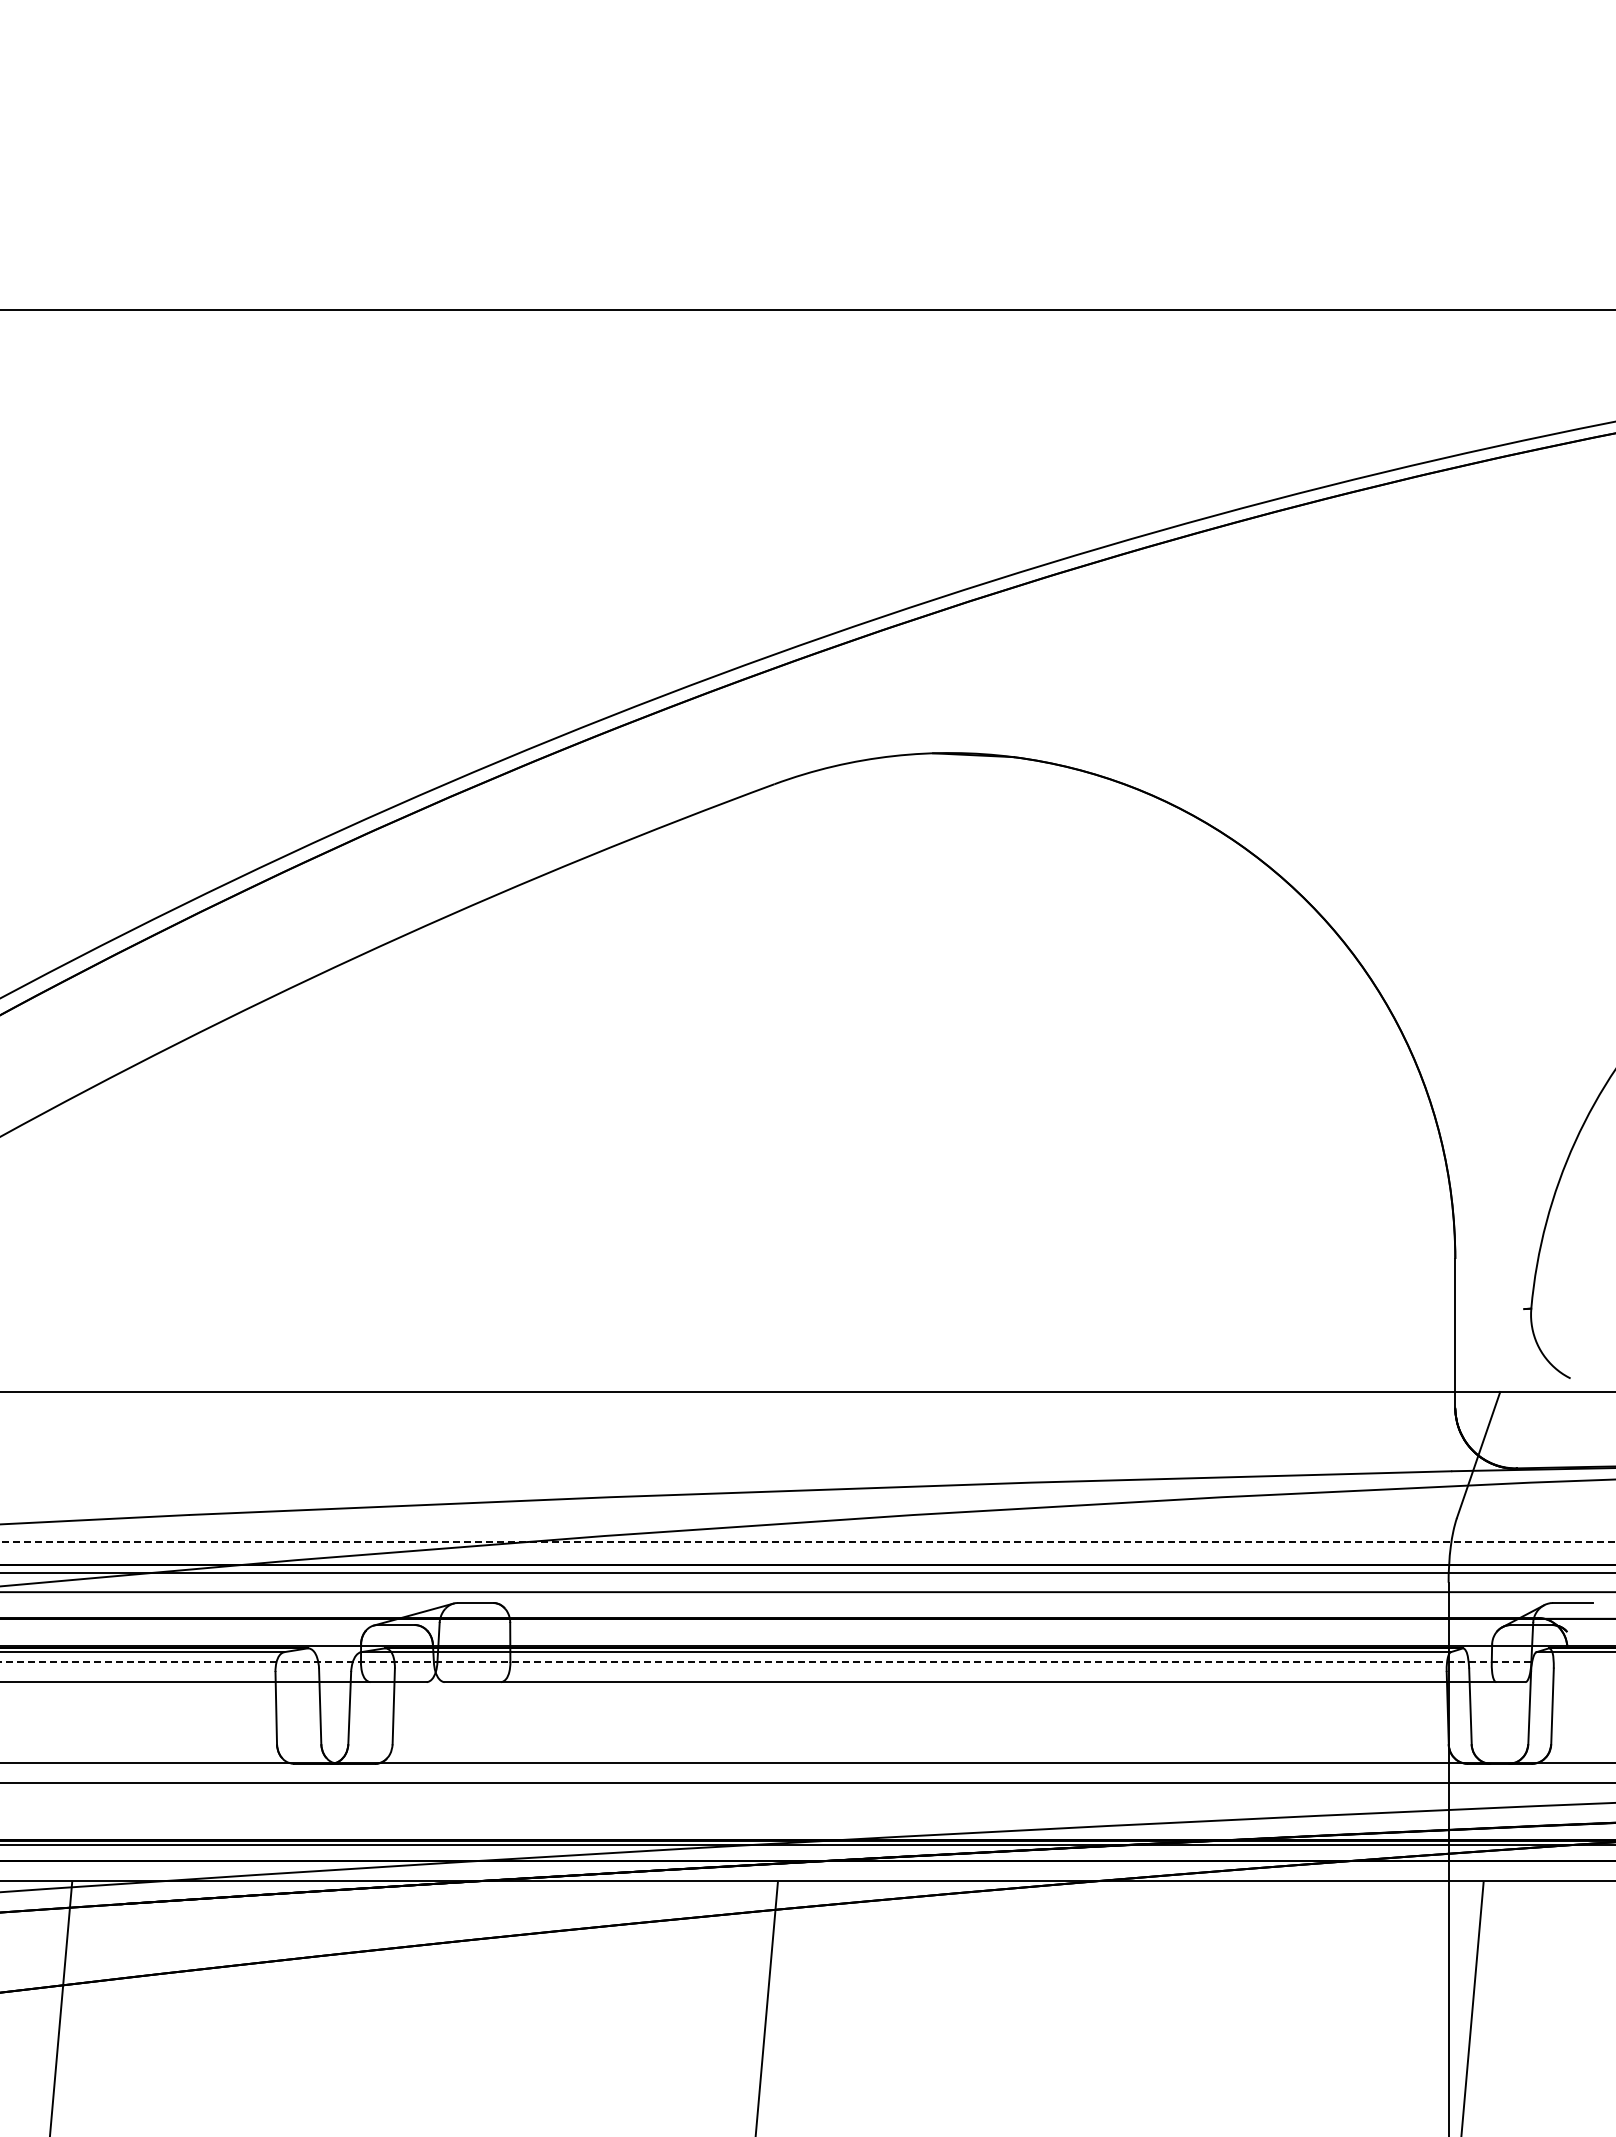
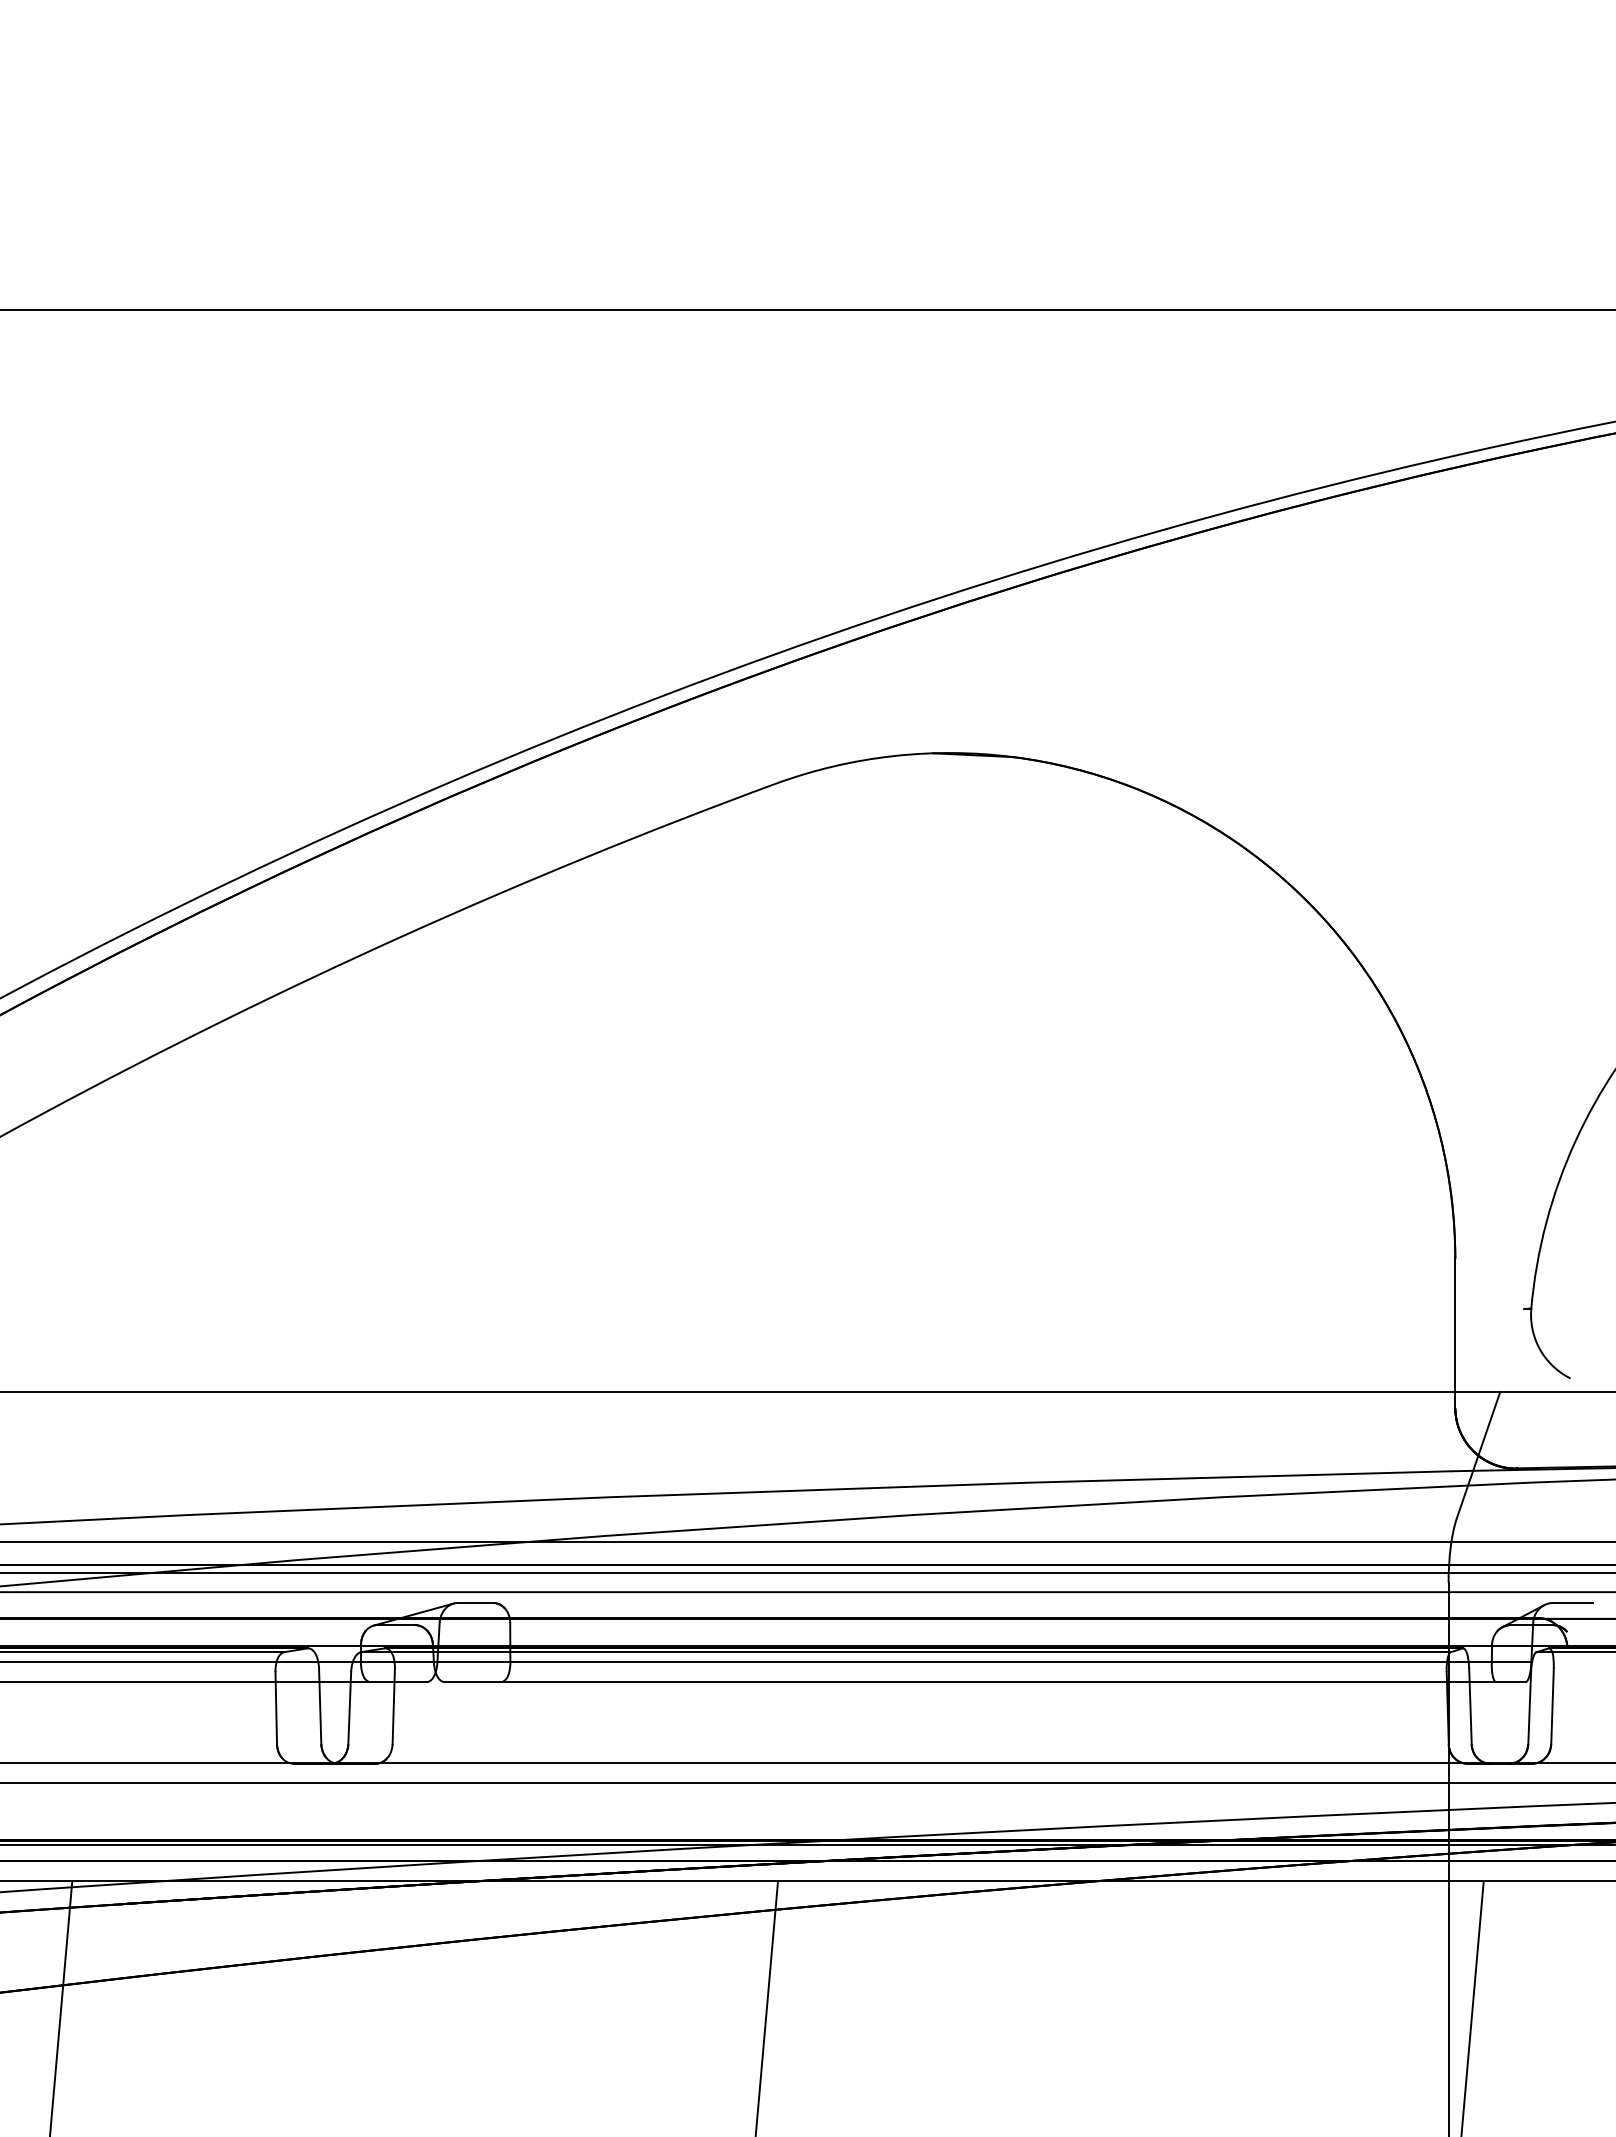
line at (807, 1542): dashed -> solid
line at (765, 1661): dashed -> solid
